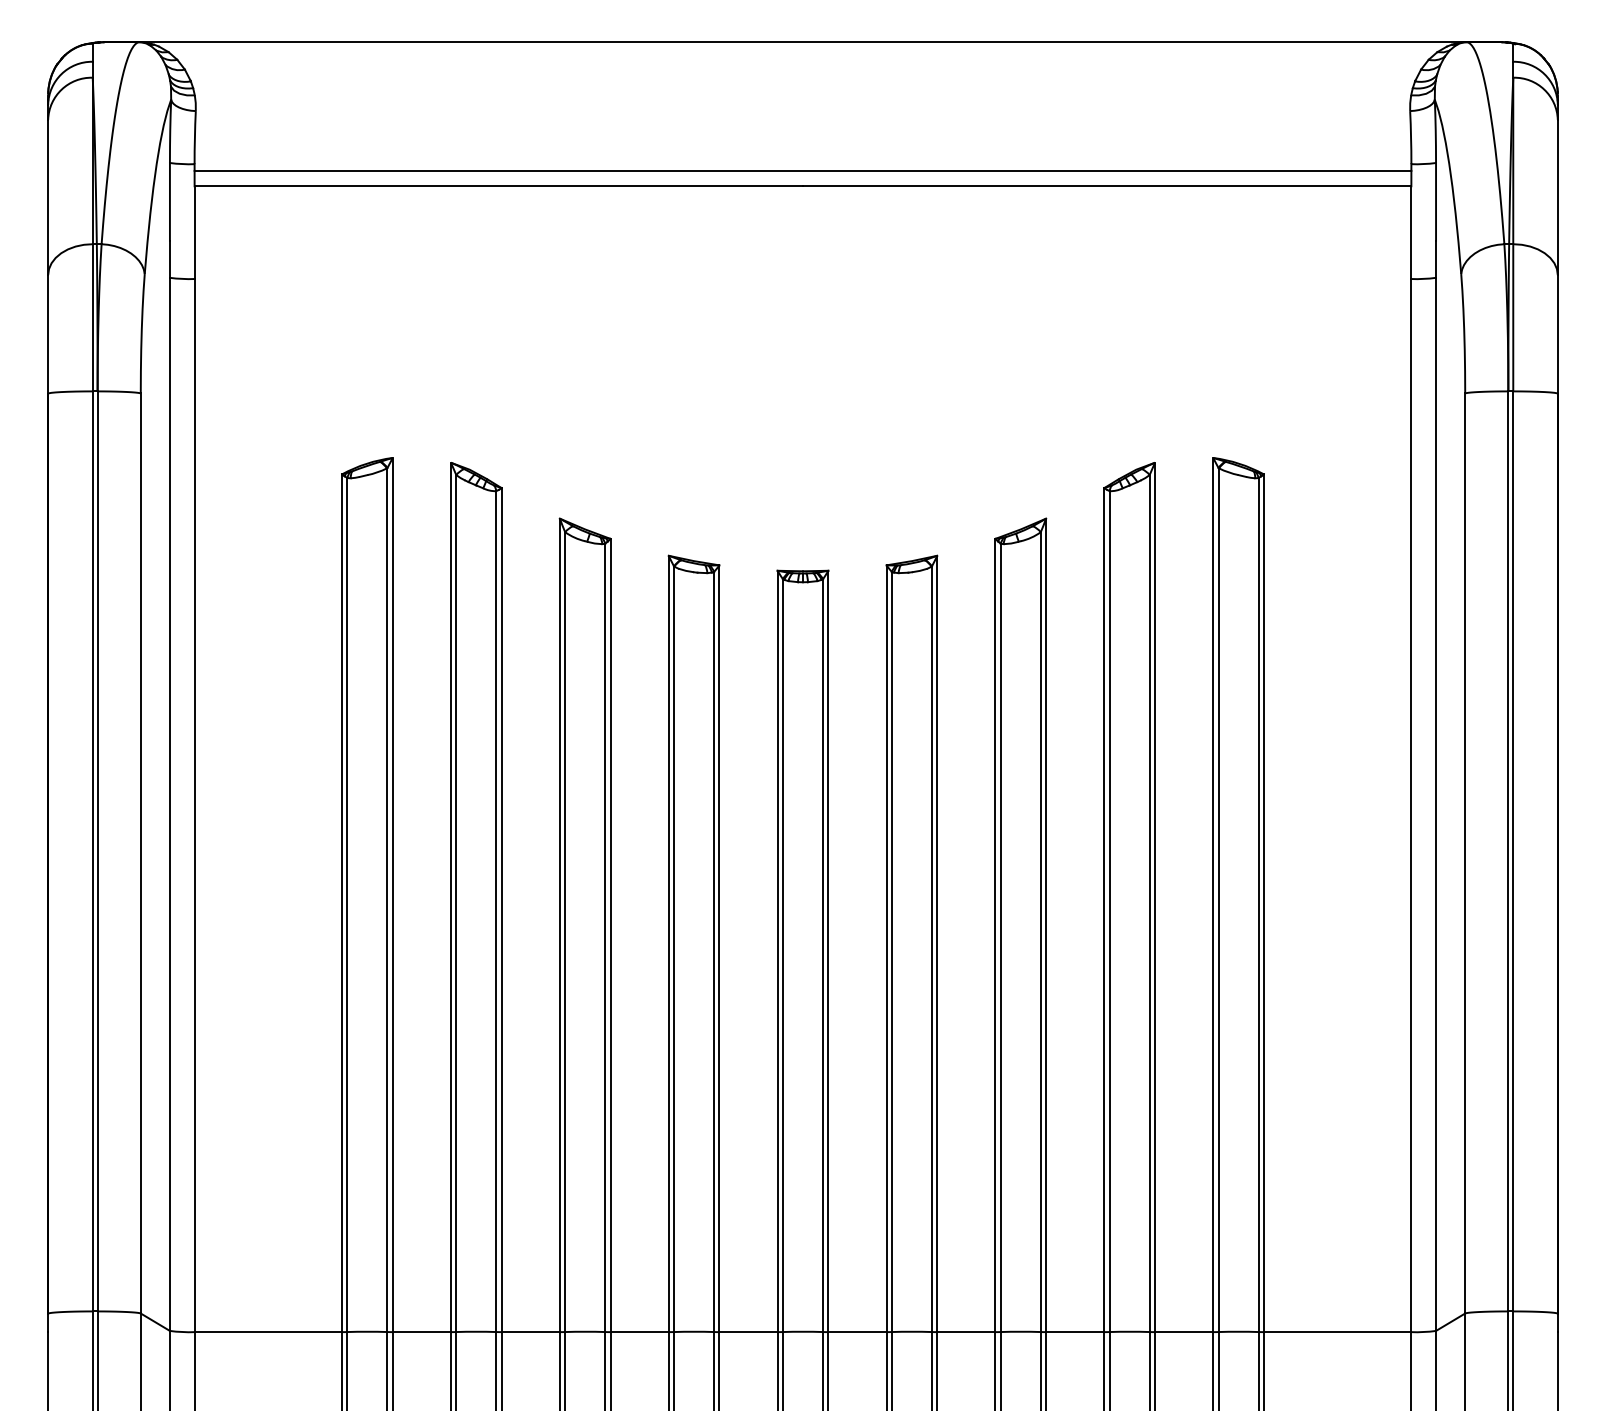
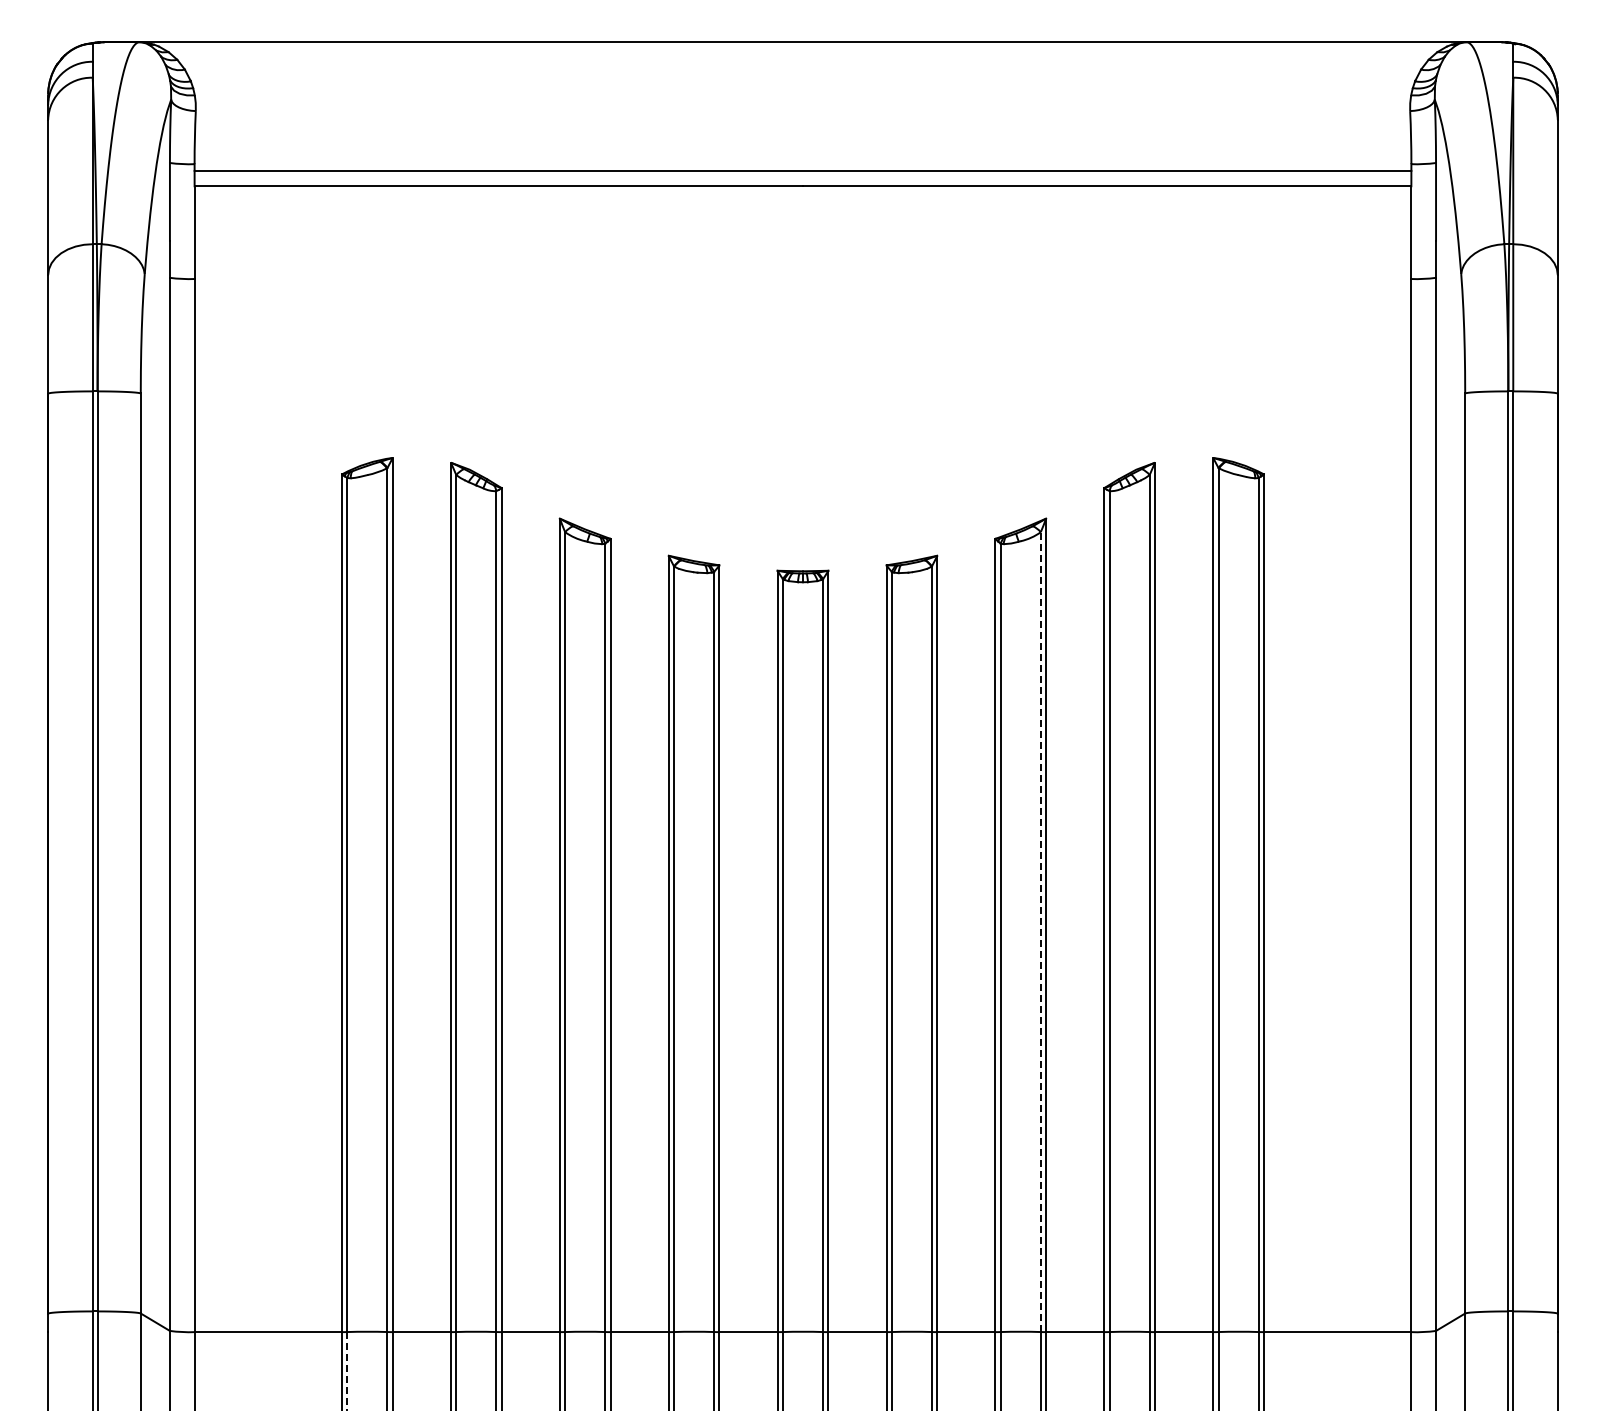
line at (1040, 932): solid -> dashed
line at (347, 1371): solid -> dashed
